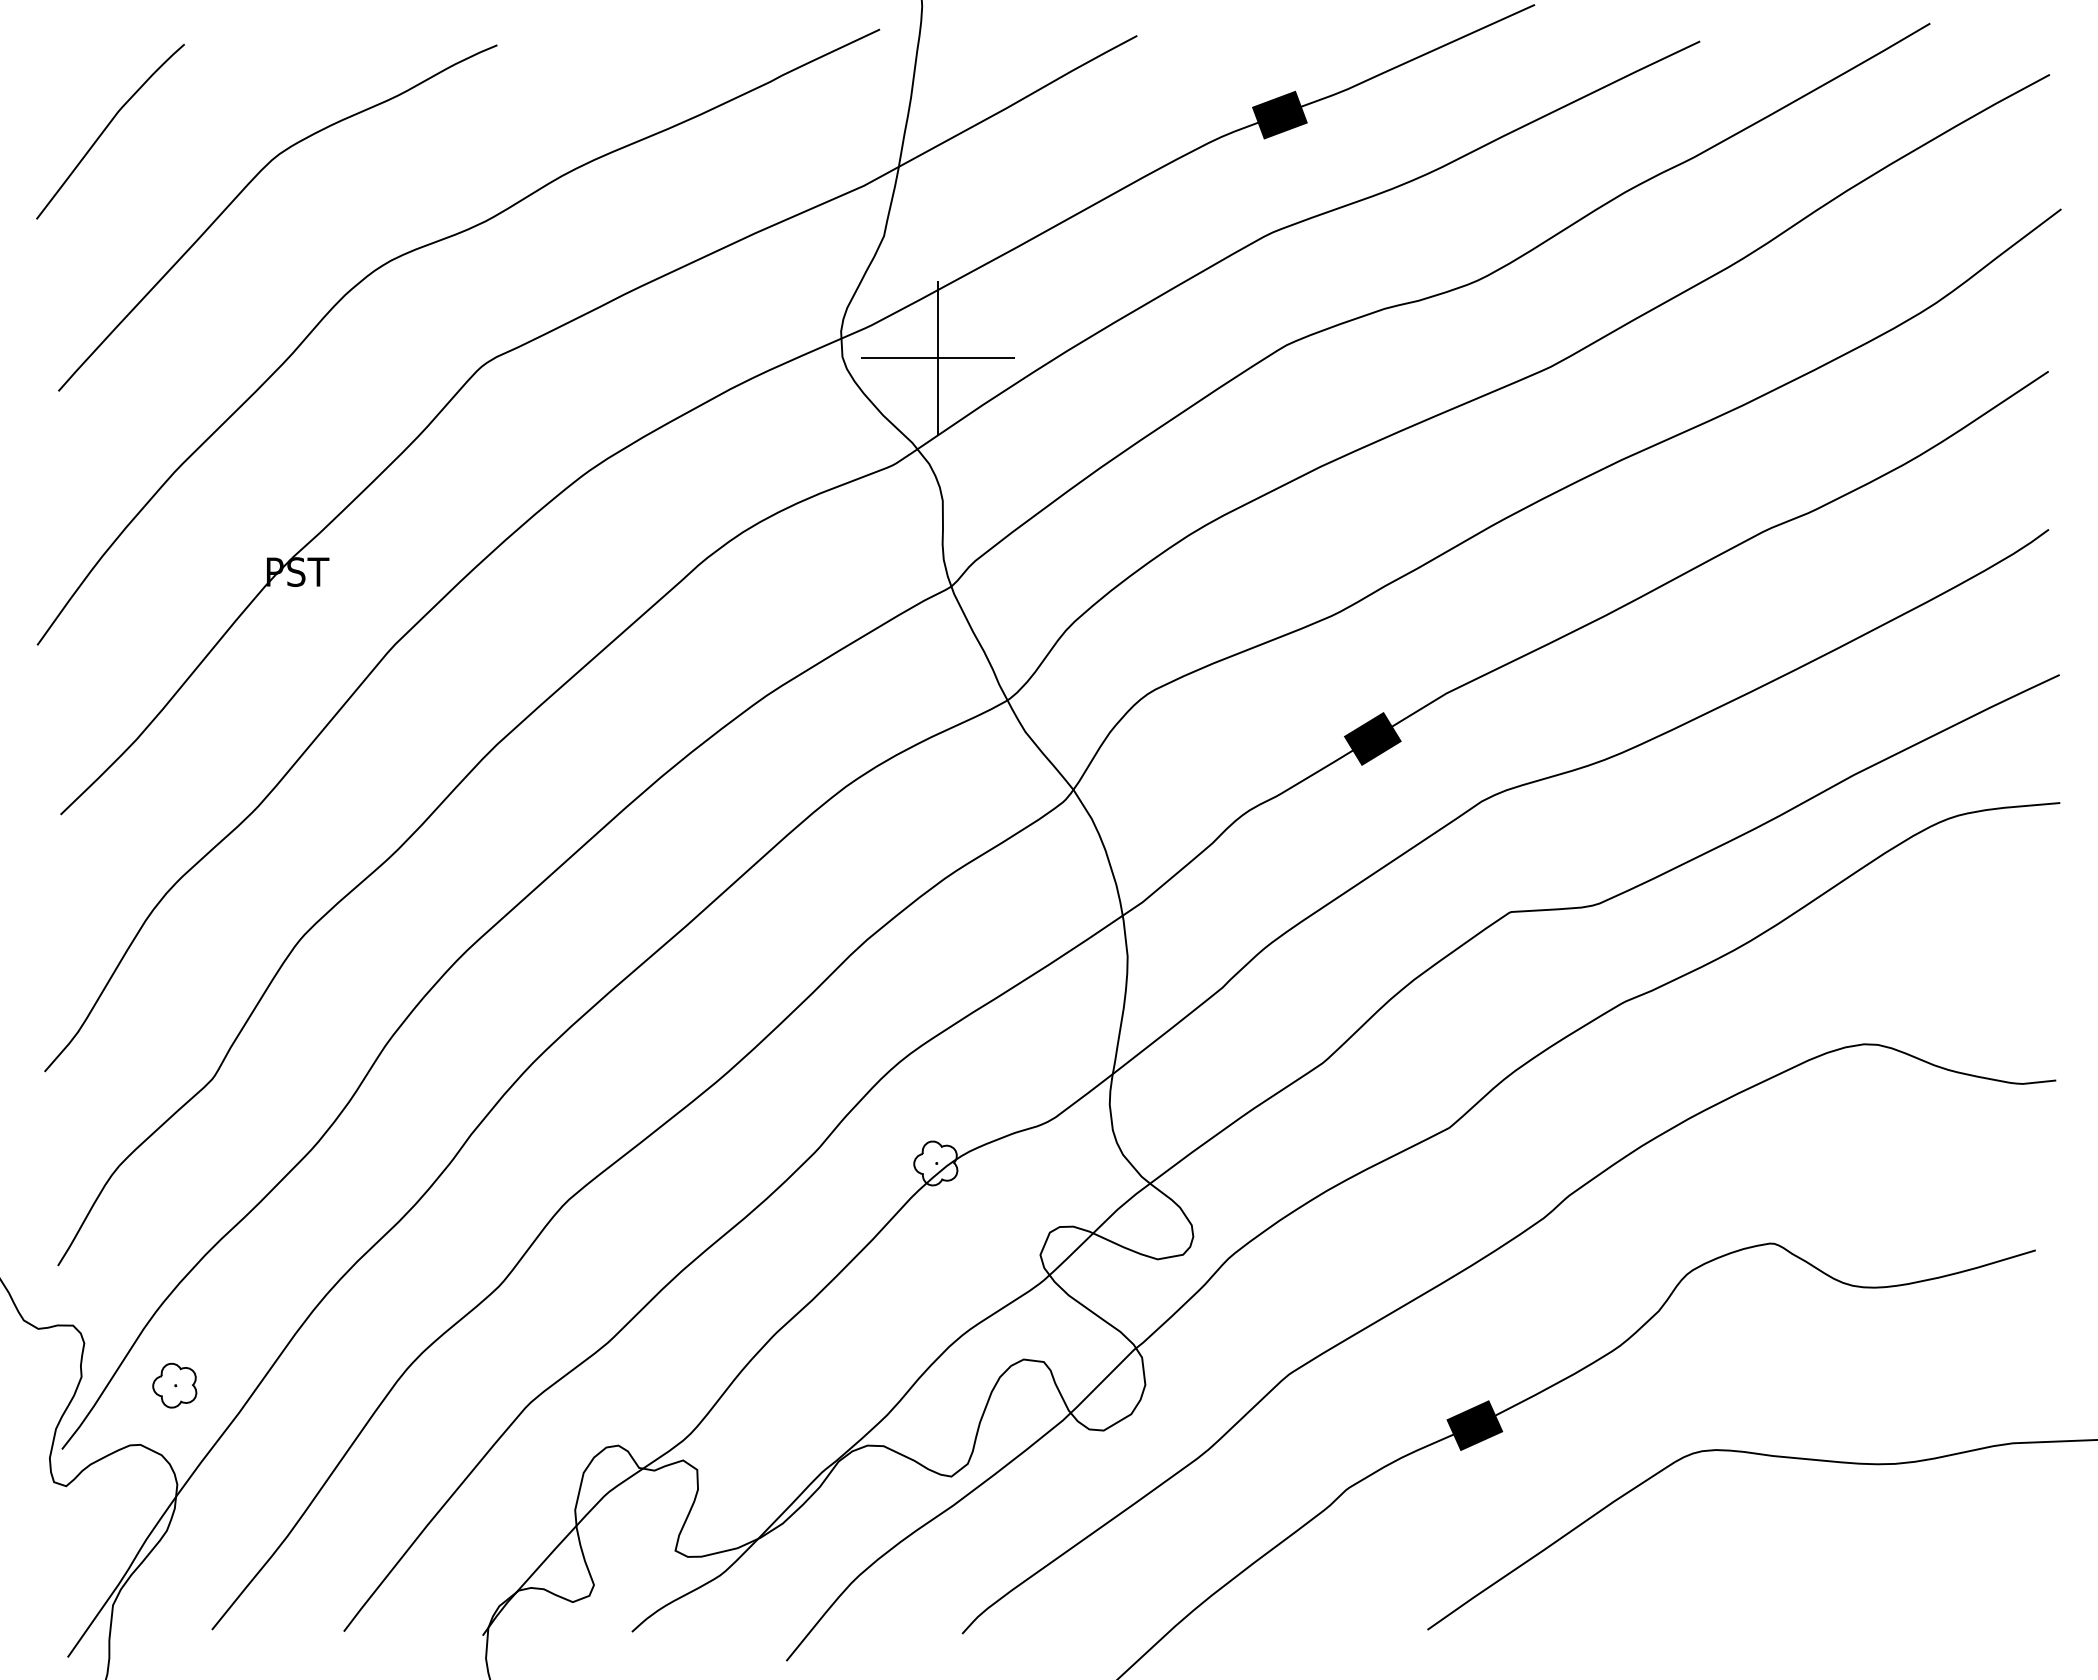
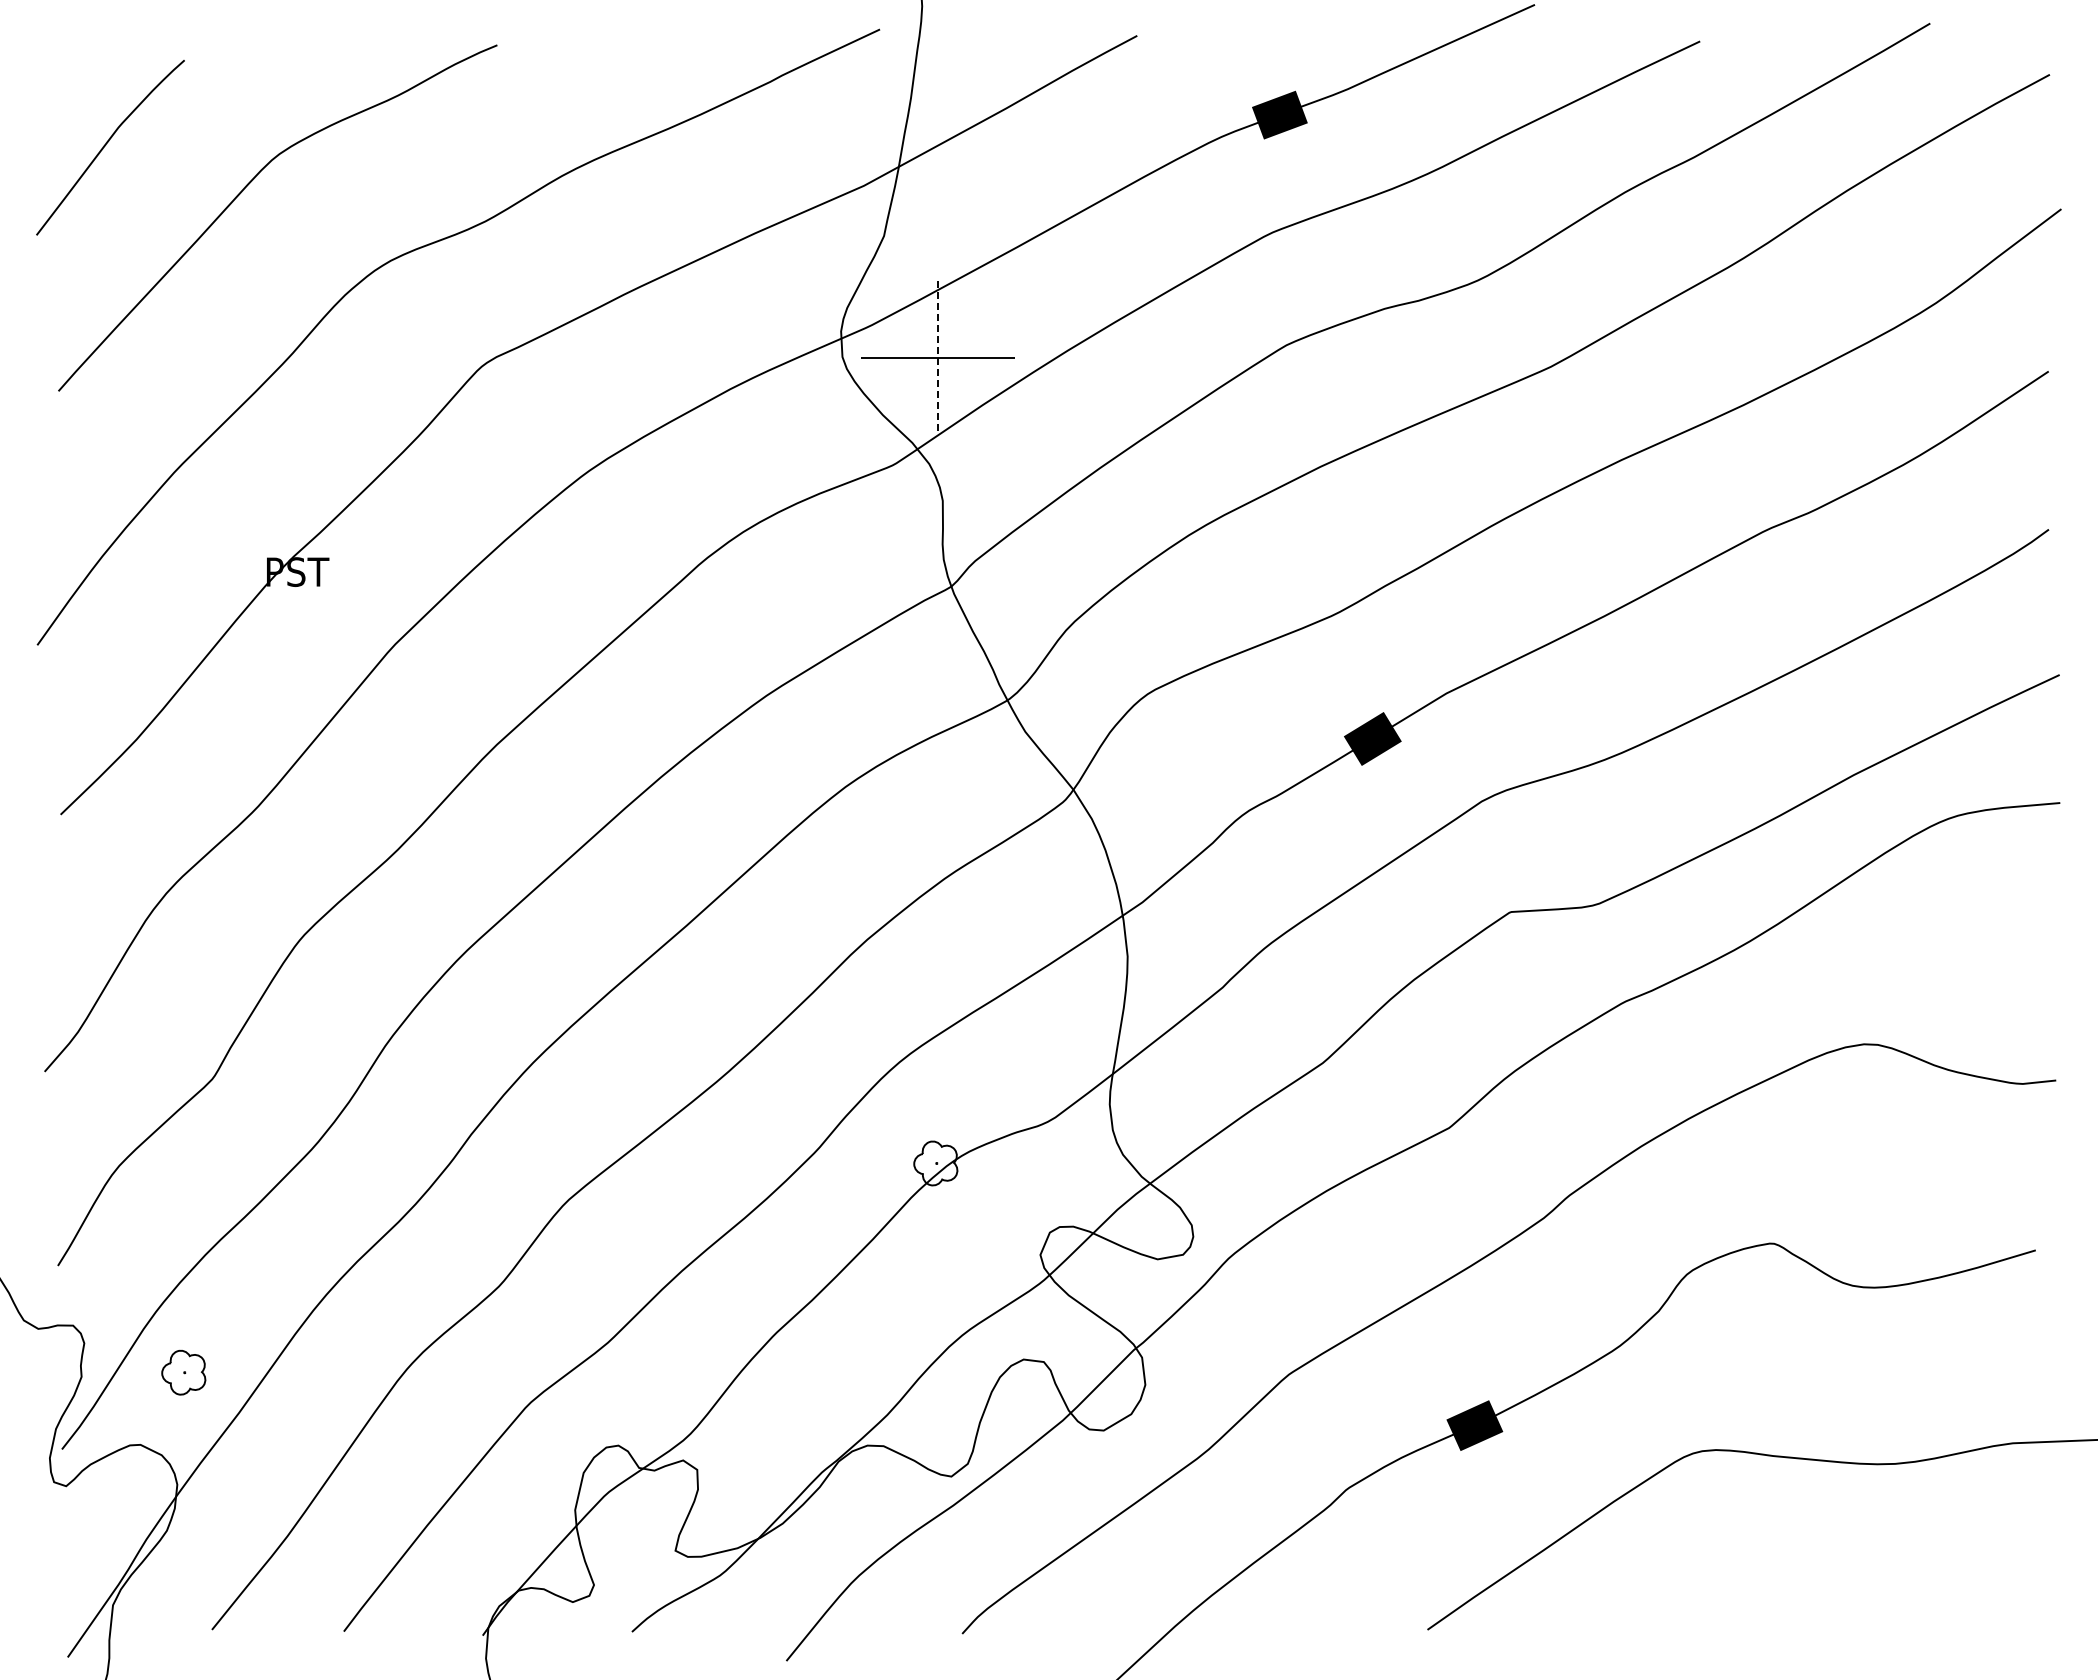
curve at (106, 129) position: (106, 129) -> (106, 145)
line at (938, 358): solid -> dashed
part at (174, 1385) position: (174, 1385) -> (183, 1372)
